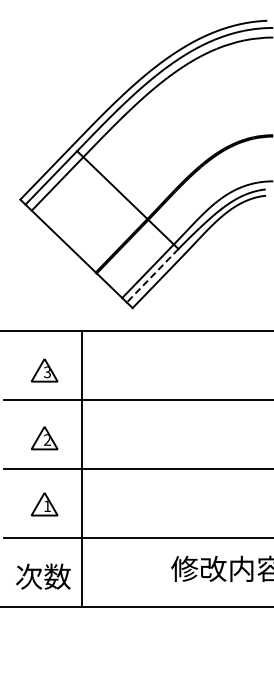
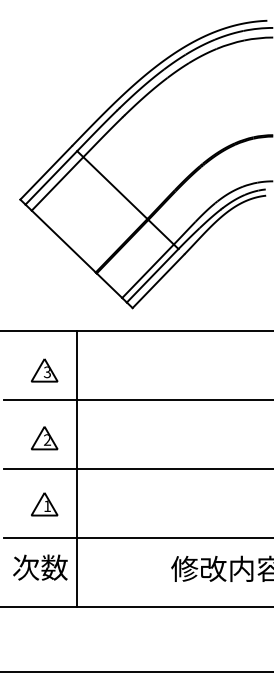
line at (152, 276): dashed -> solid
line at (81, 468) position: (81, 468) -> (76, 468)
text at (43, 576) position: (43, 576) -> (40, 567)
line at (136, 672): none -> present
